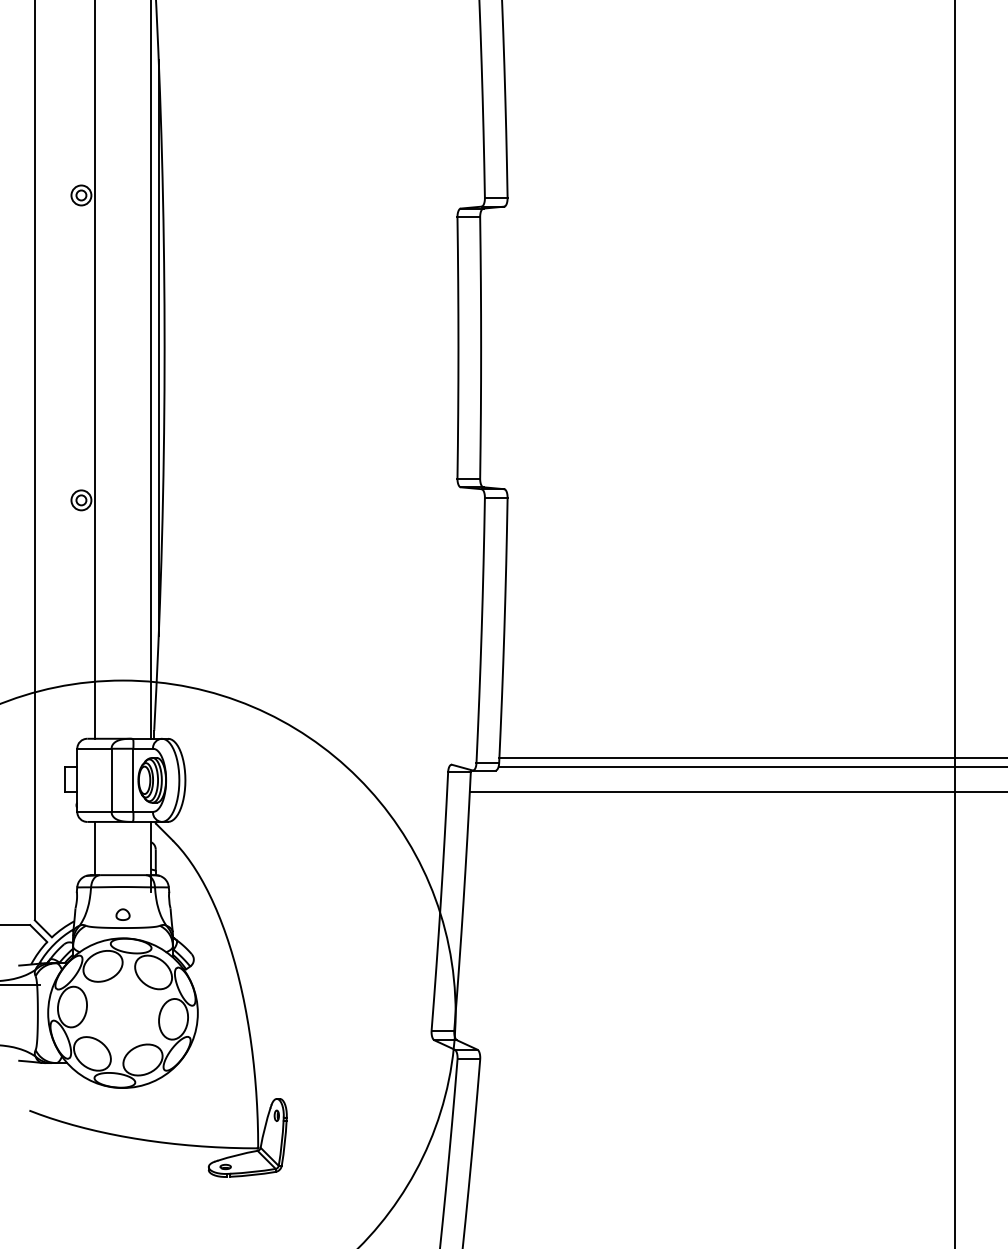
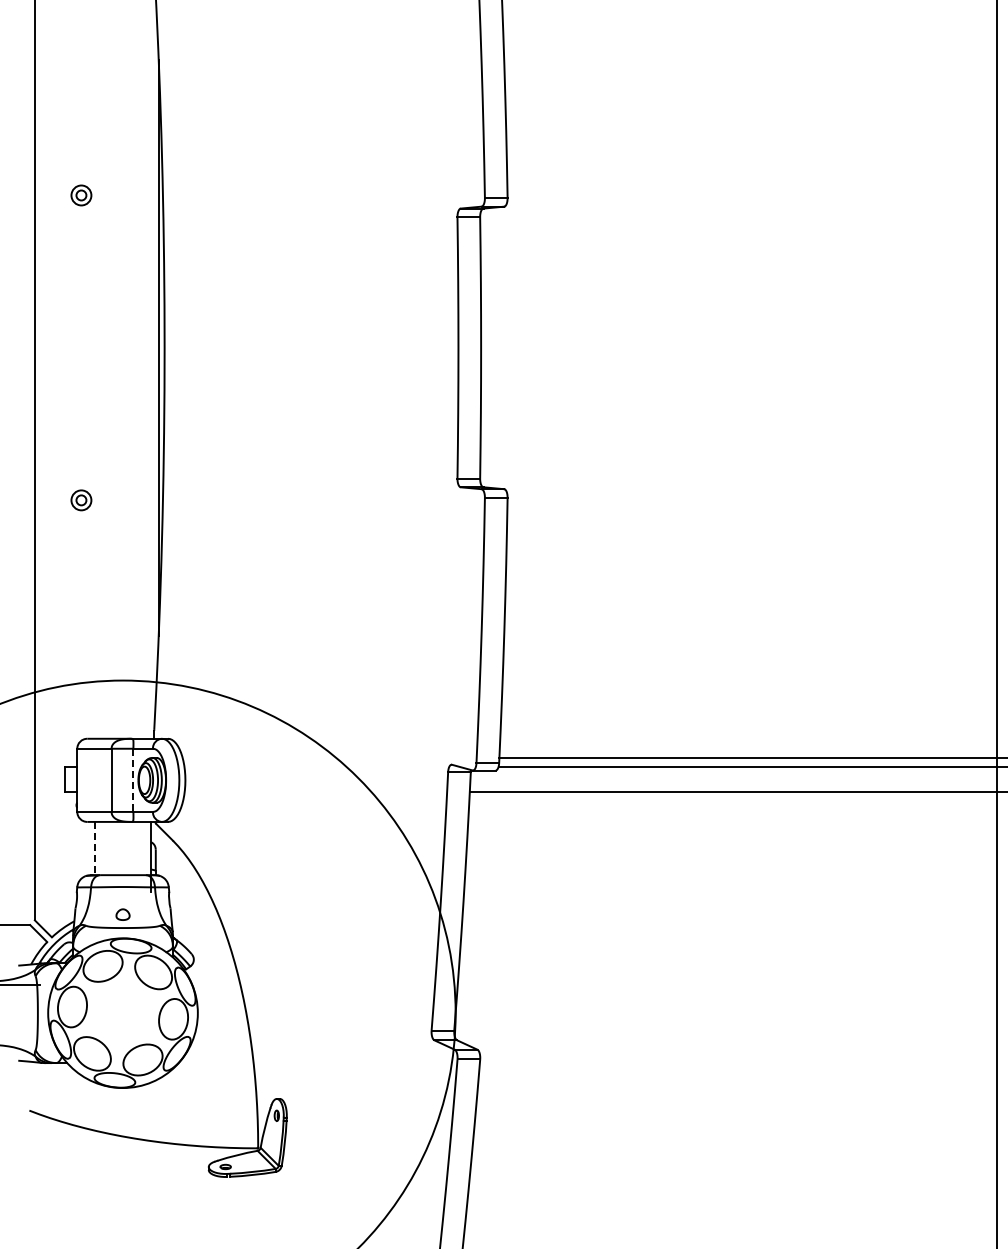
line at (95, 370): present -> none
line at (151, 370): present -> none
line at (954, 623) position: (954, 623) -> (996, 623)
line at (133, 780): solid -> dashed
line at (95, 848): solid -> dashed
